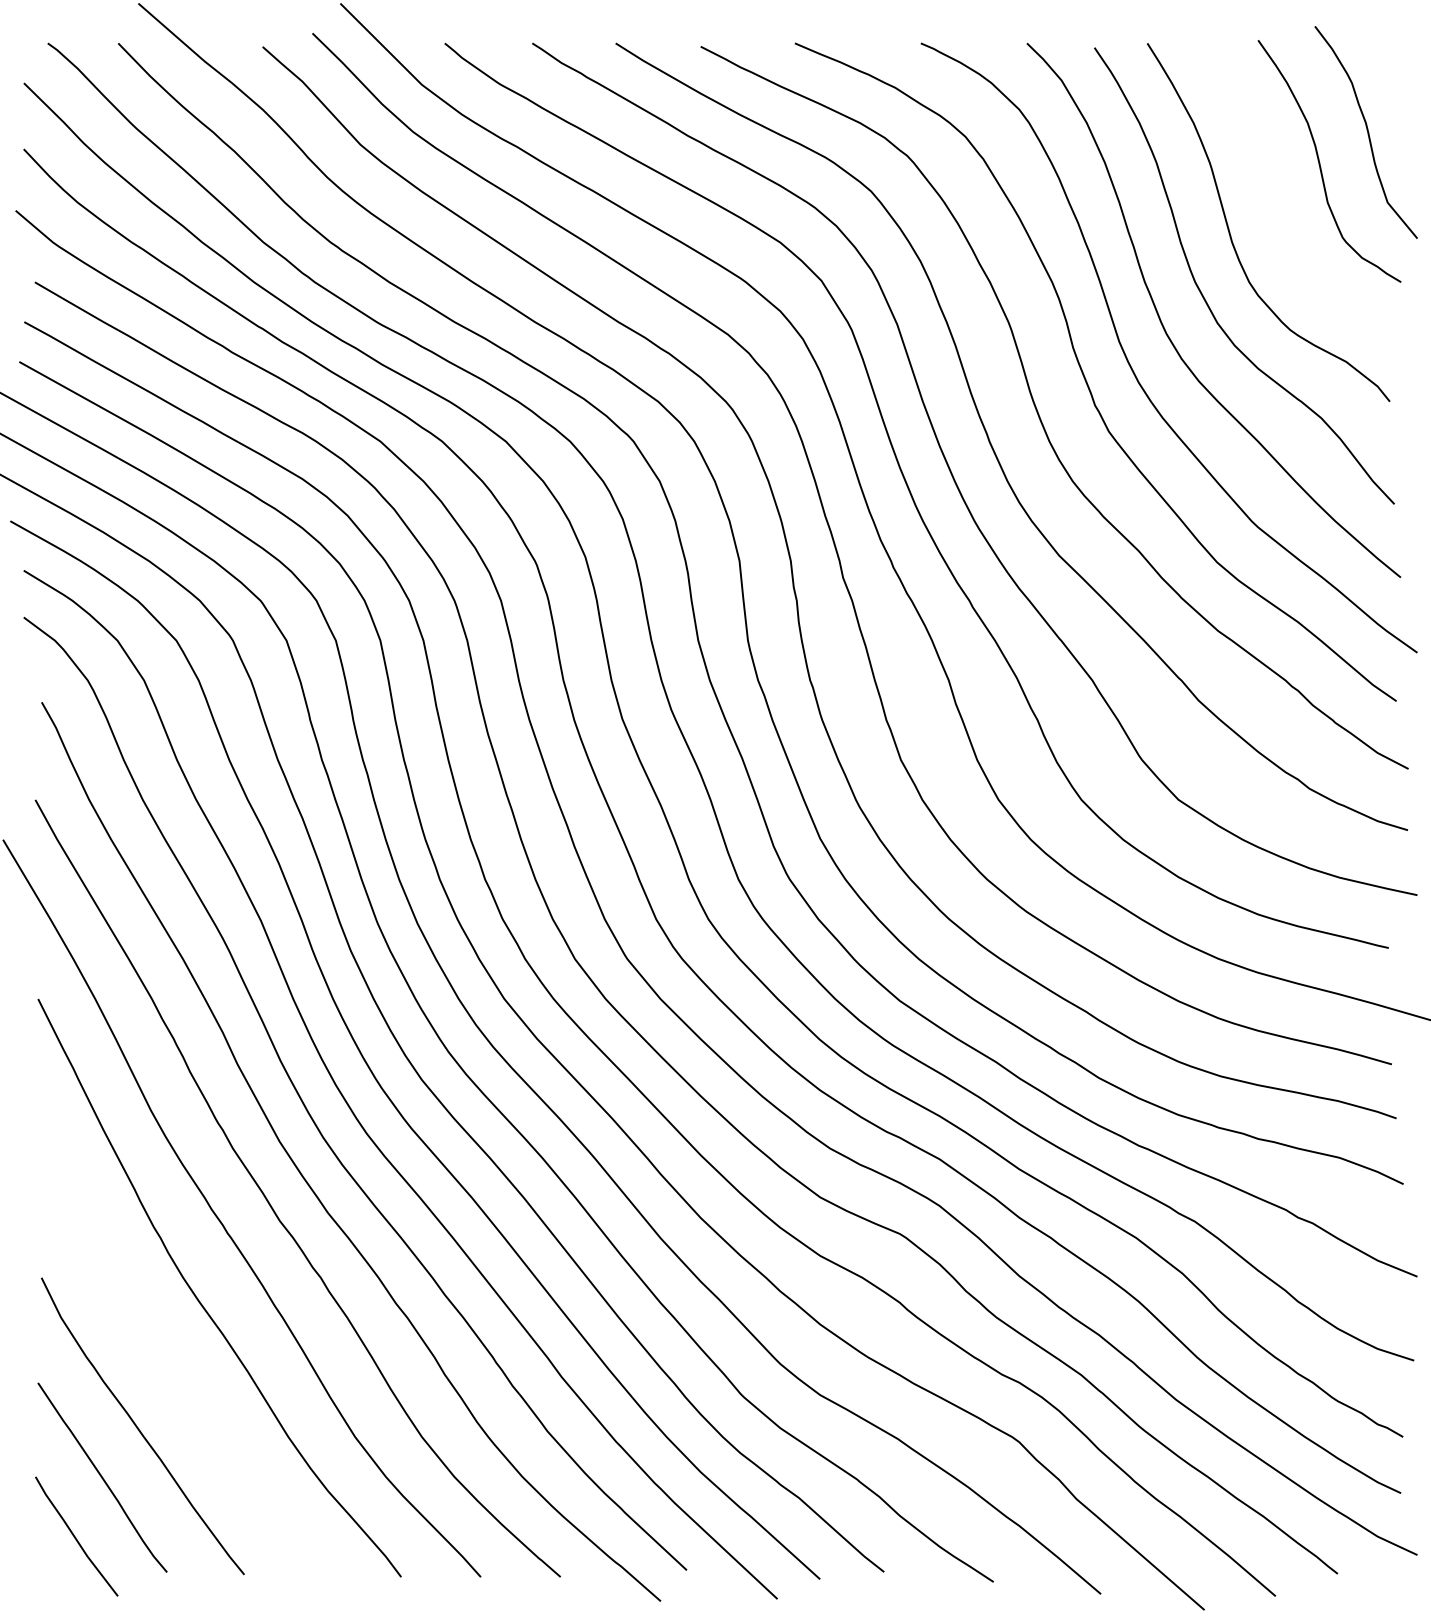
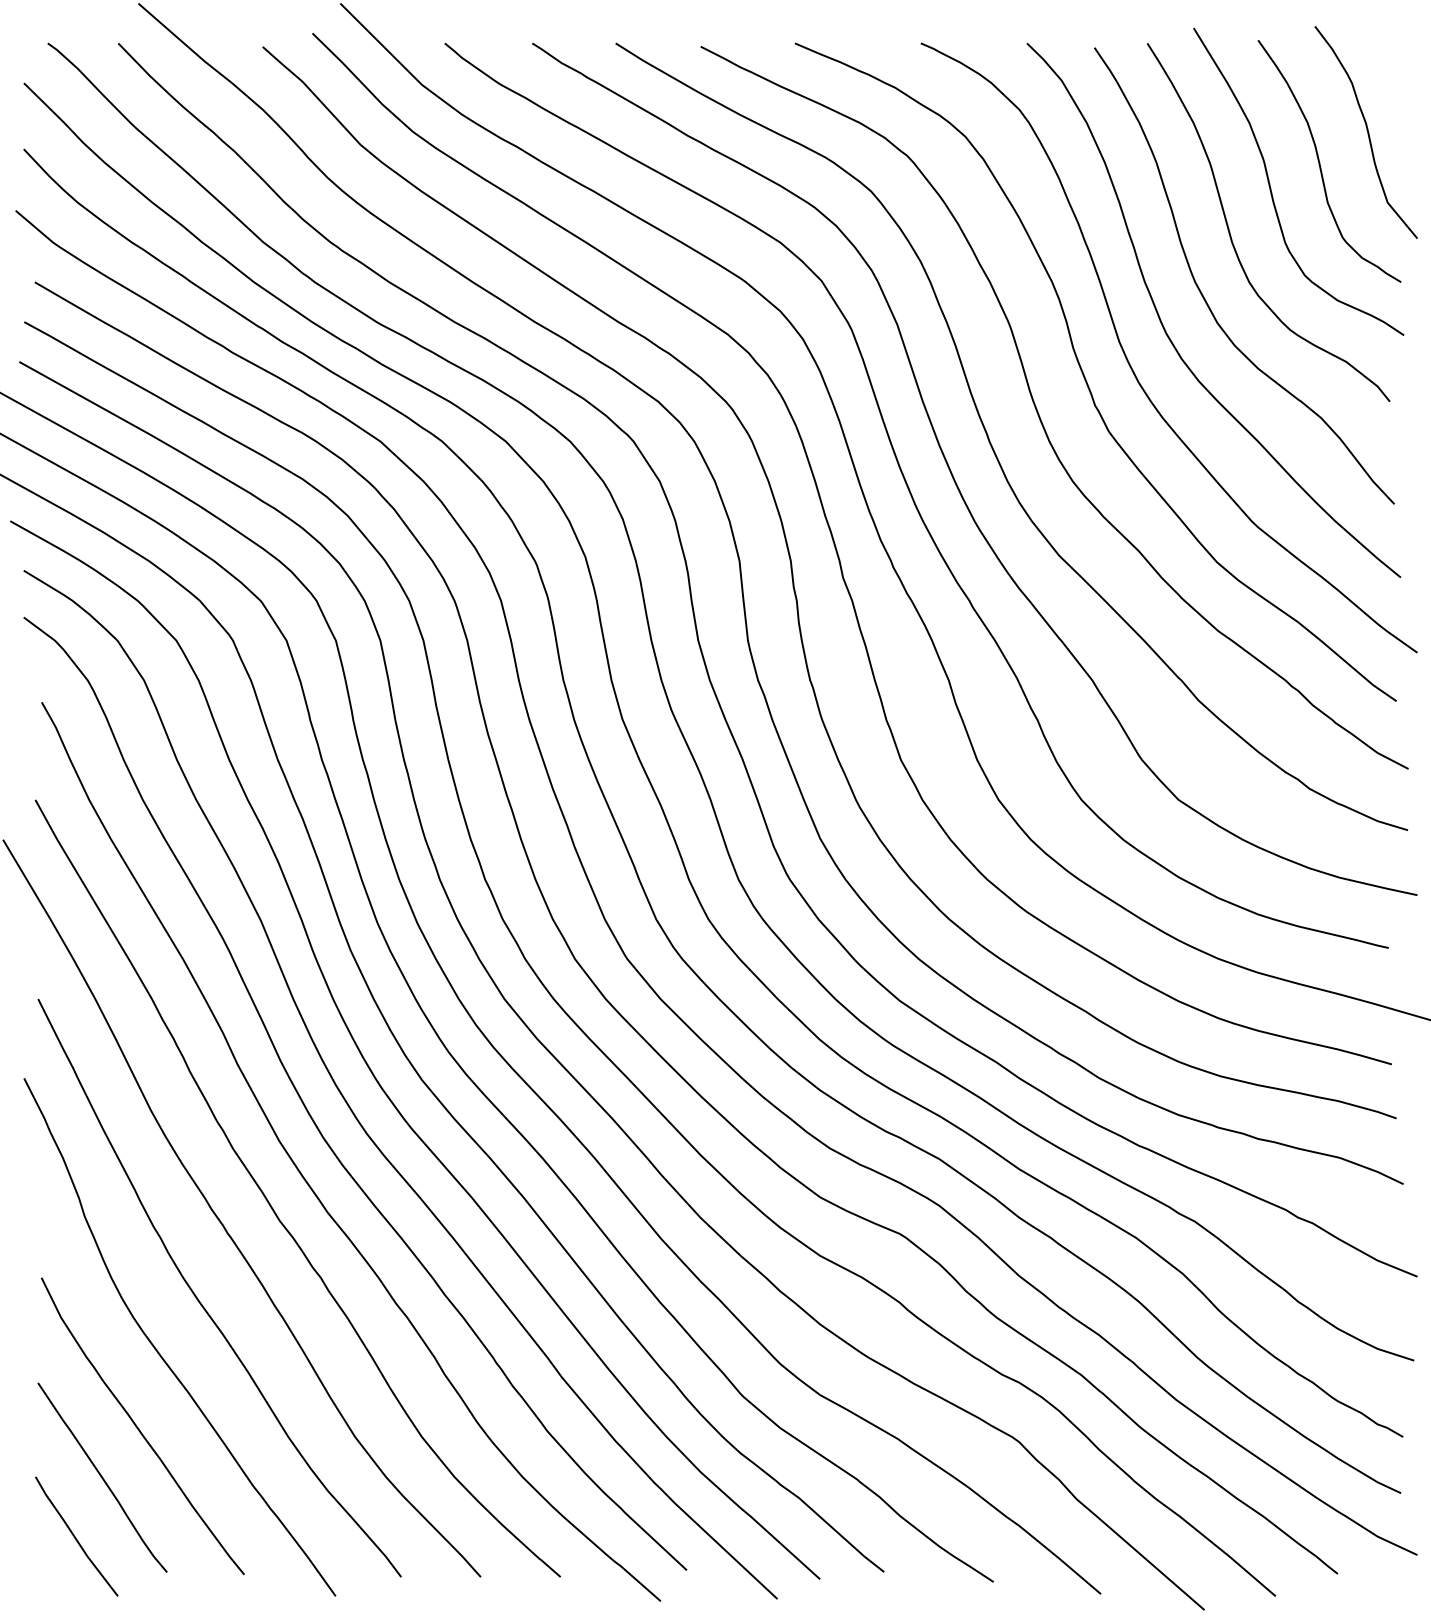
curve at (1271, 188): none -> present
curve at (159, 1352): none -> present
